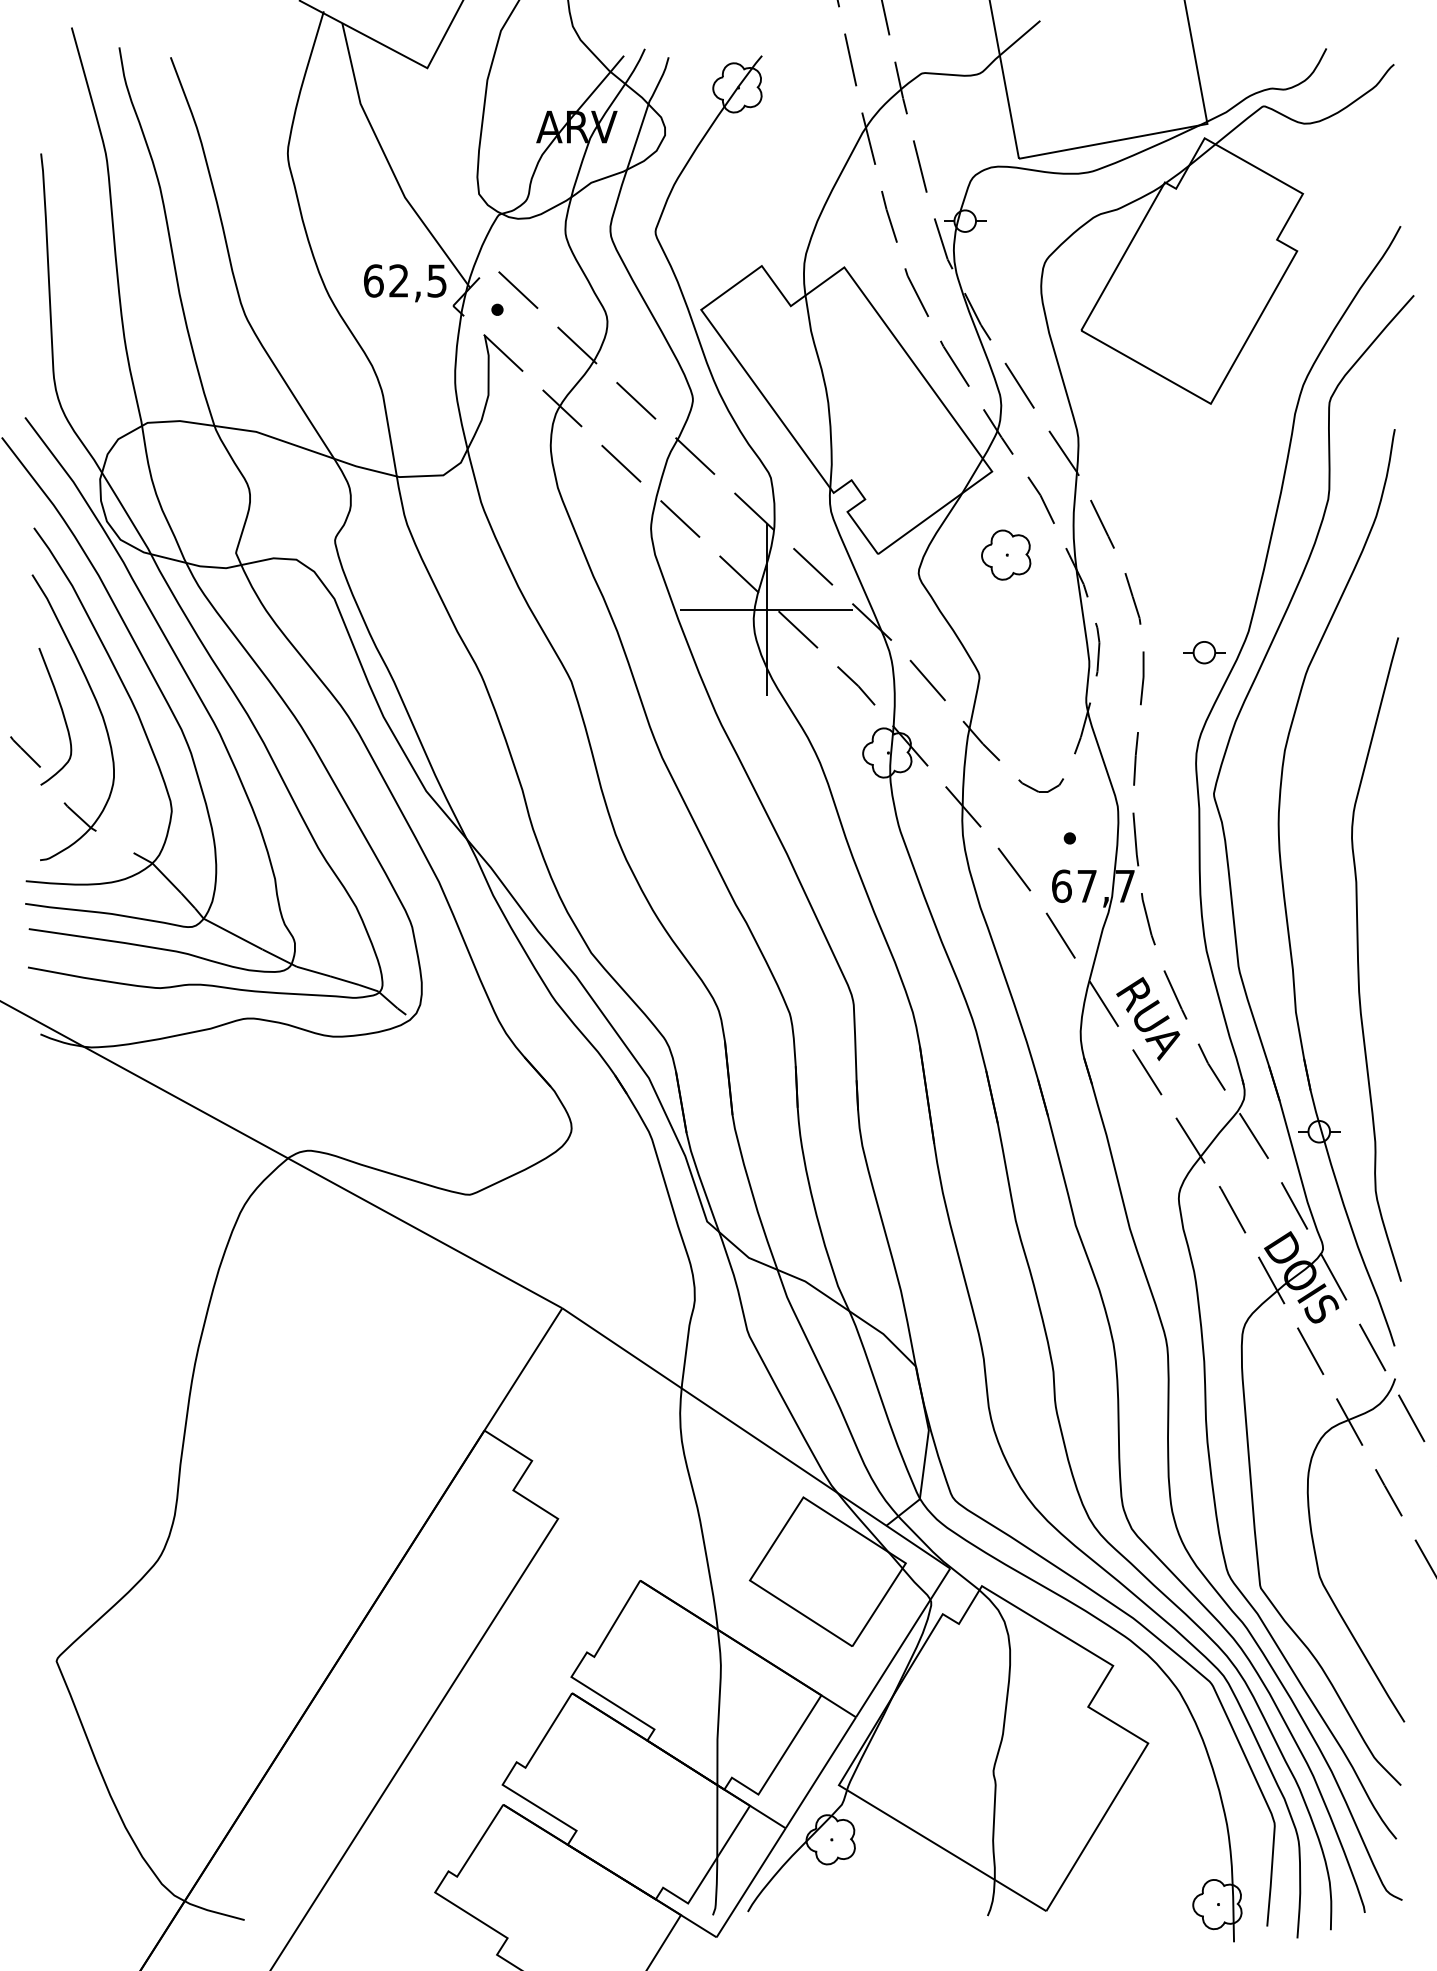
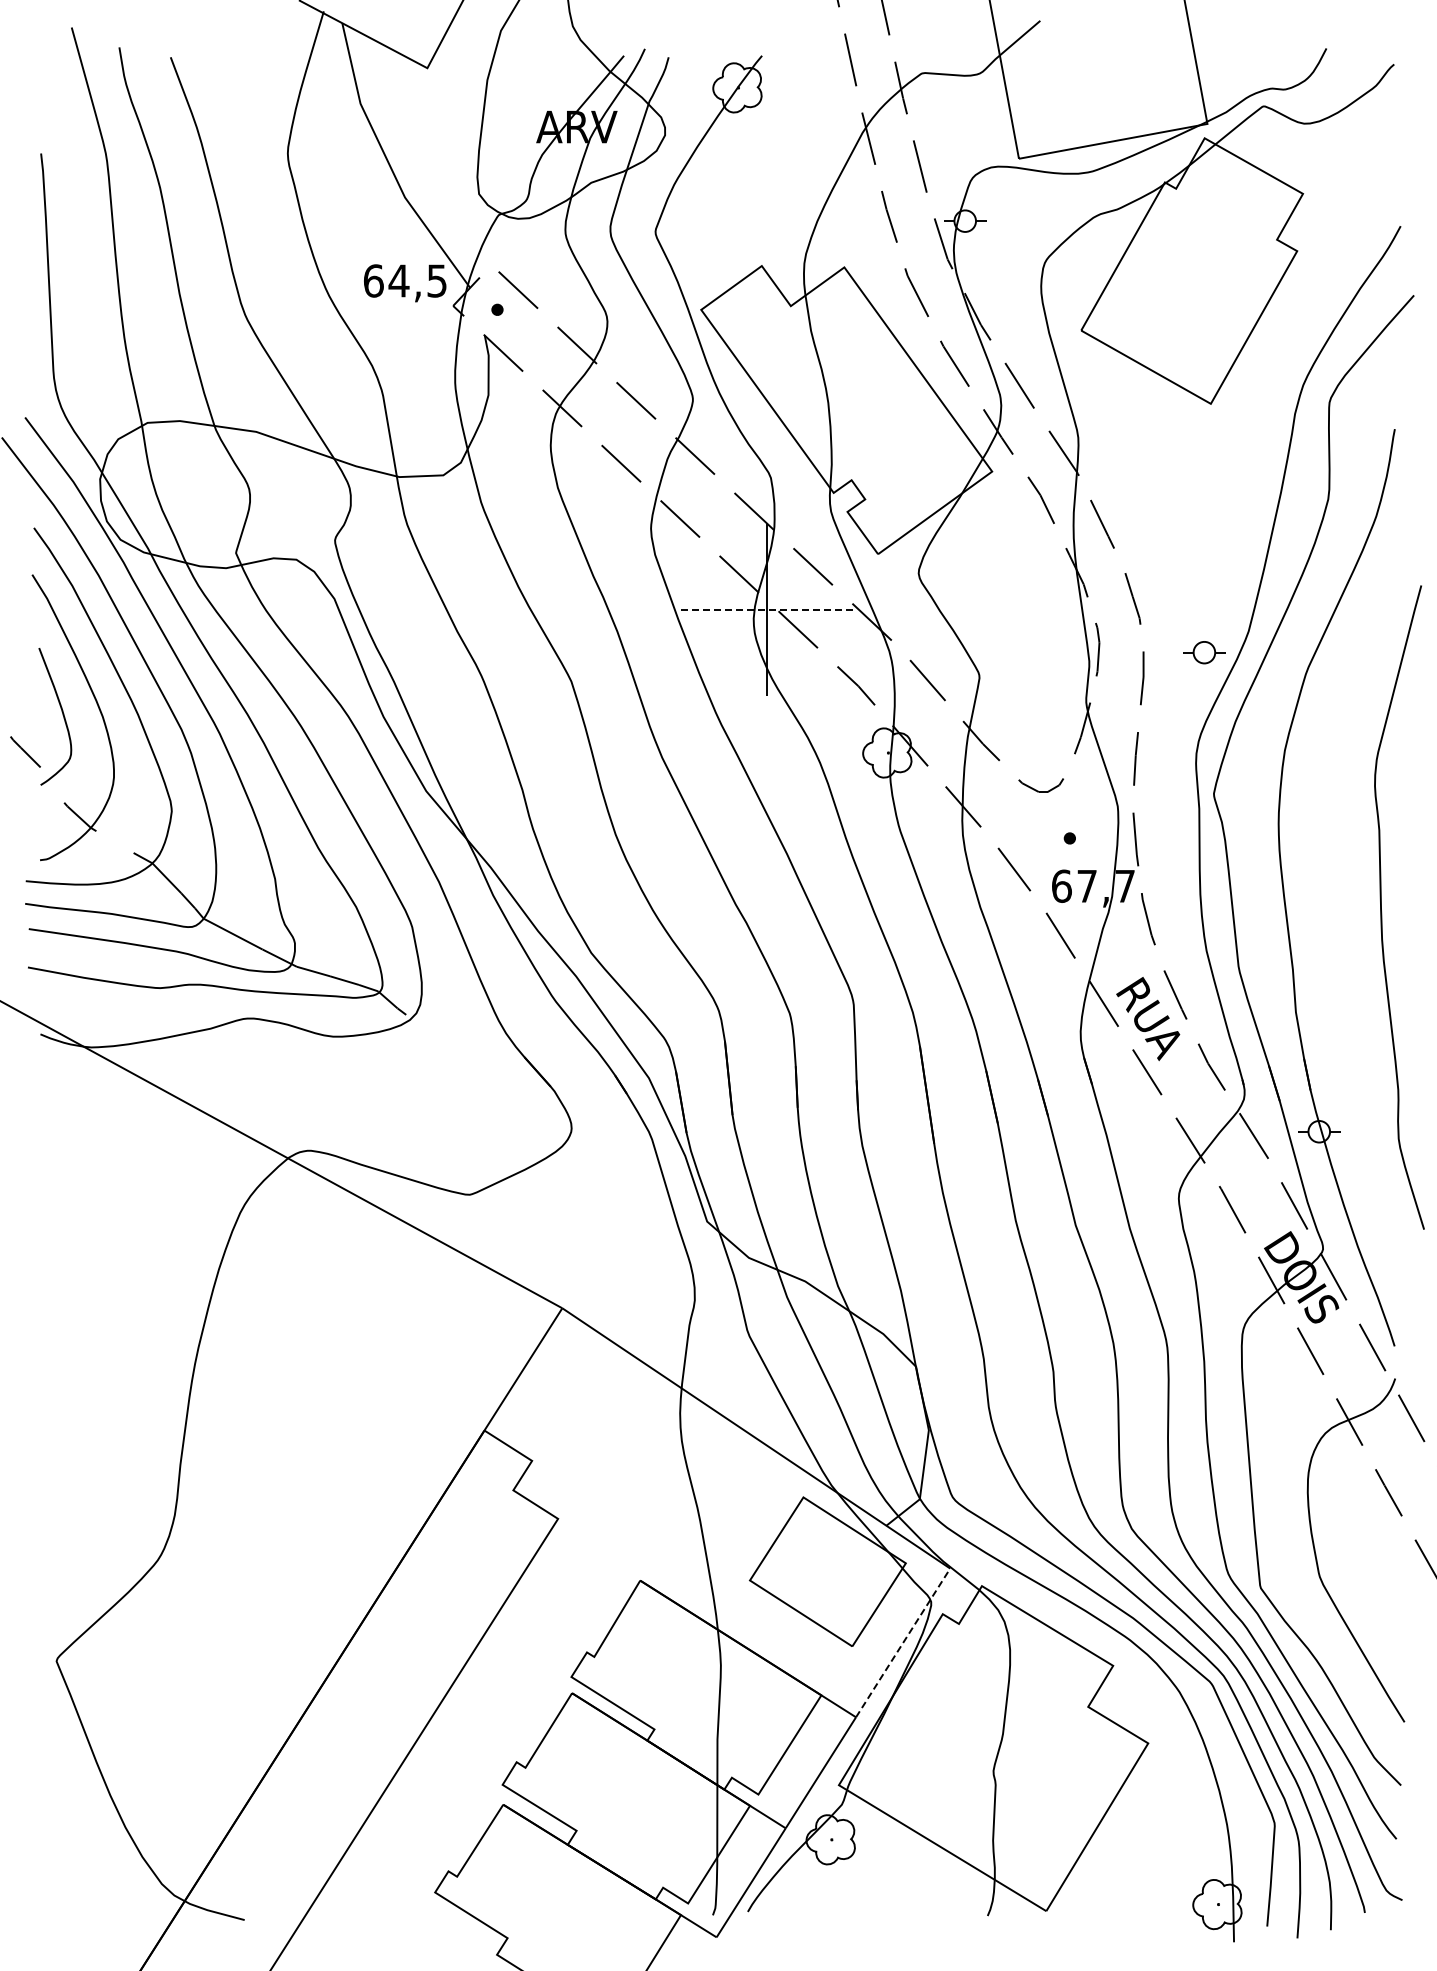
text at (398, 280): 62,5 -> 64,5
part at (1006, 554): present -> none
line at (766, 610): solid -> dashed
curve at (1359, 964) position: (1359, 964) -> (1382, 912)
line at (903, 1642): solid -> dashed
